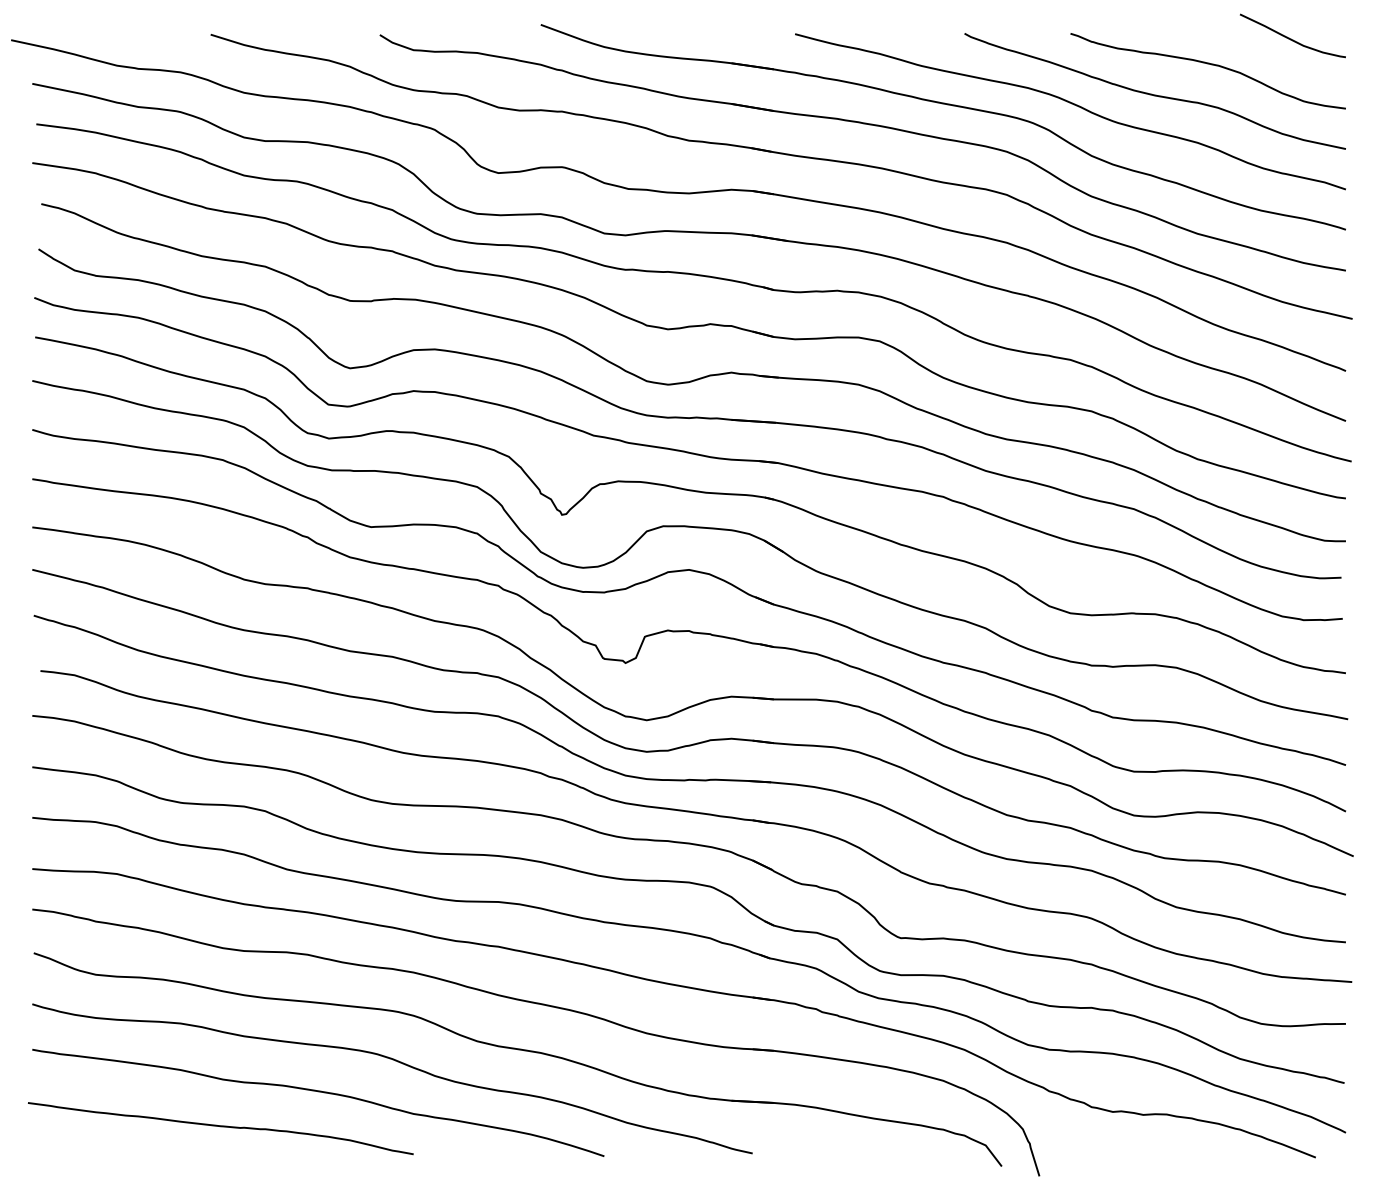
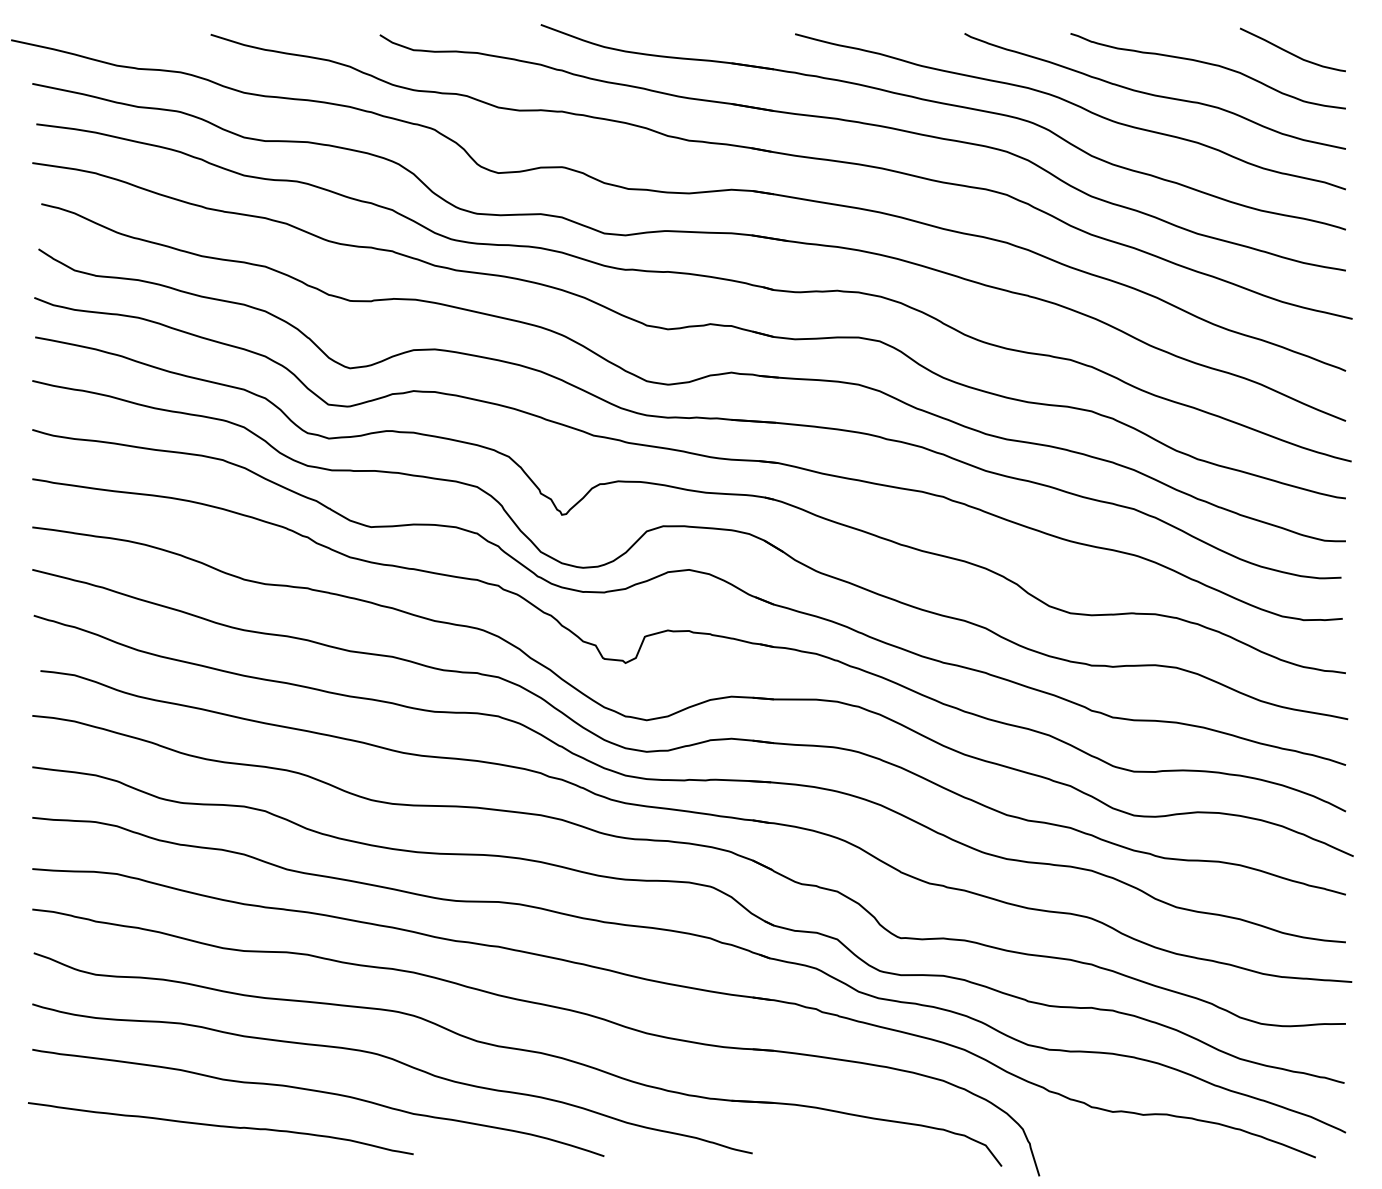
curve at (1291, 38) position: (1291, 38) -> (1291, 52)
